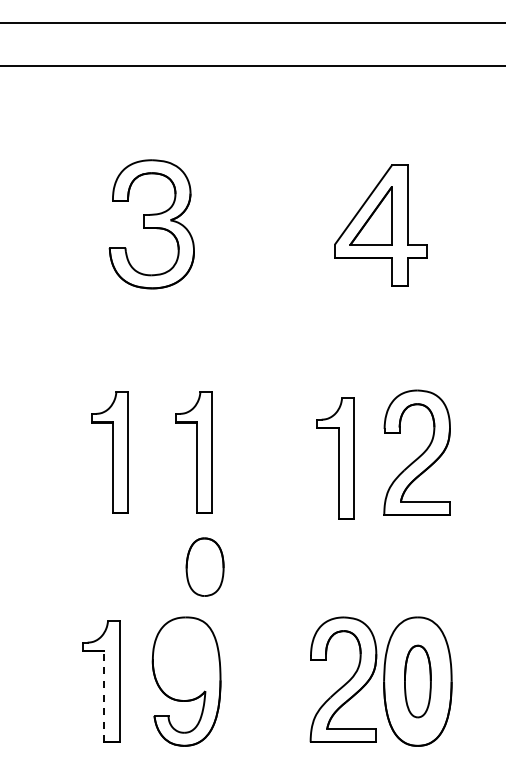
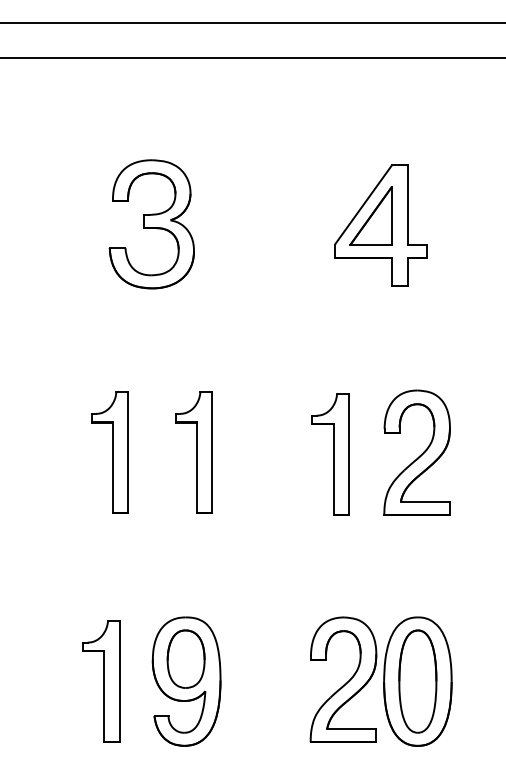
line at (252, 66) position: (252, 66) -> (252, 58)
part at (335, 458) position: (335, 458) -> (330, 454)
part at (204, 566) position: (204, 566) -> (185, 658)
part at (417, 681) size: 28x75 px -> 40x105 px
line at (104, 696): dashed -> solid
